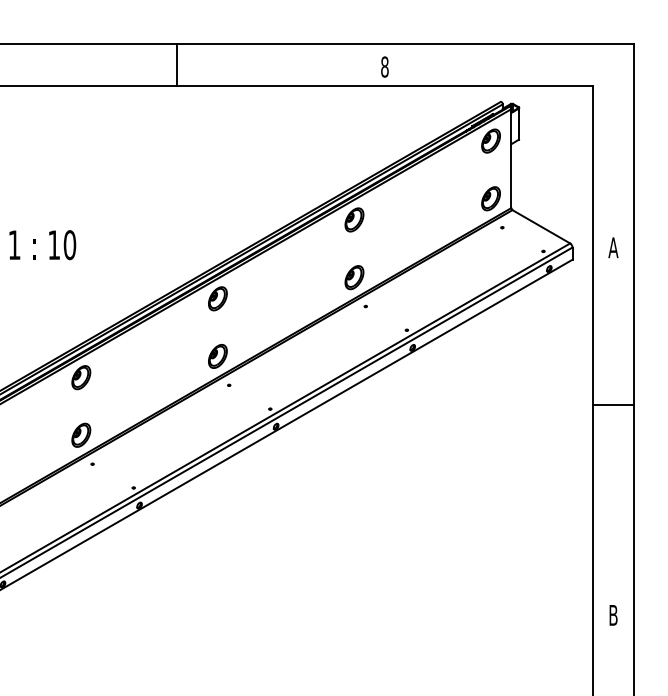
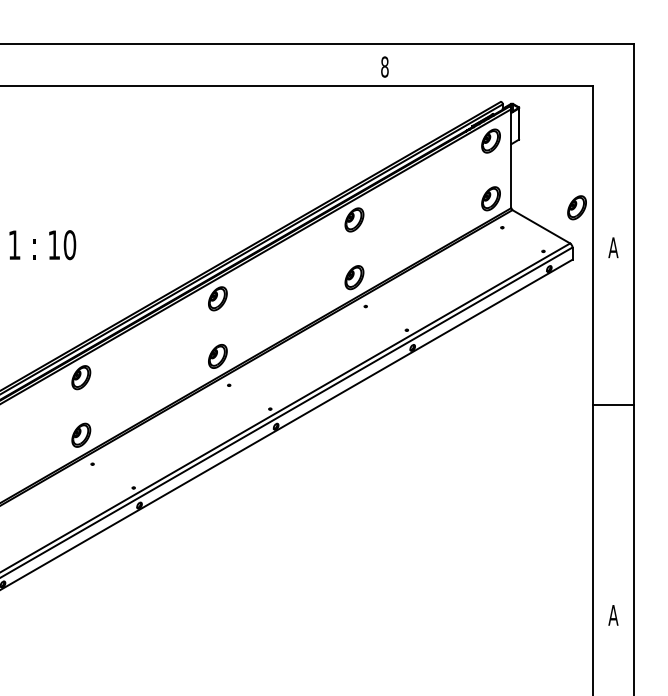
line at (177, 64): present -> none
part at (576, 207): none -> present
text at (613, 615): B -> A
